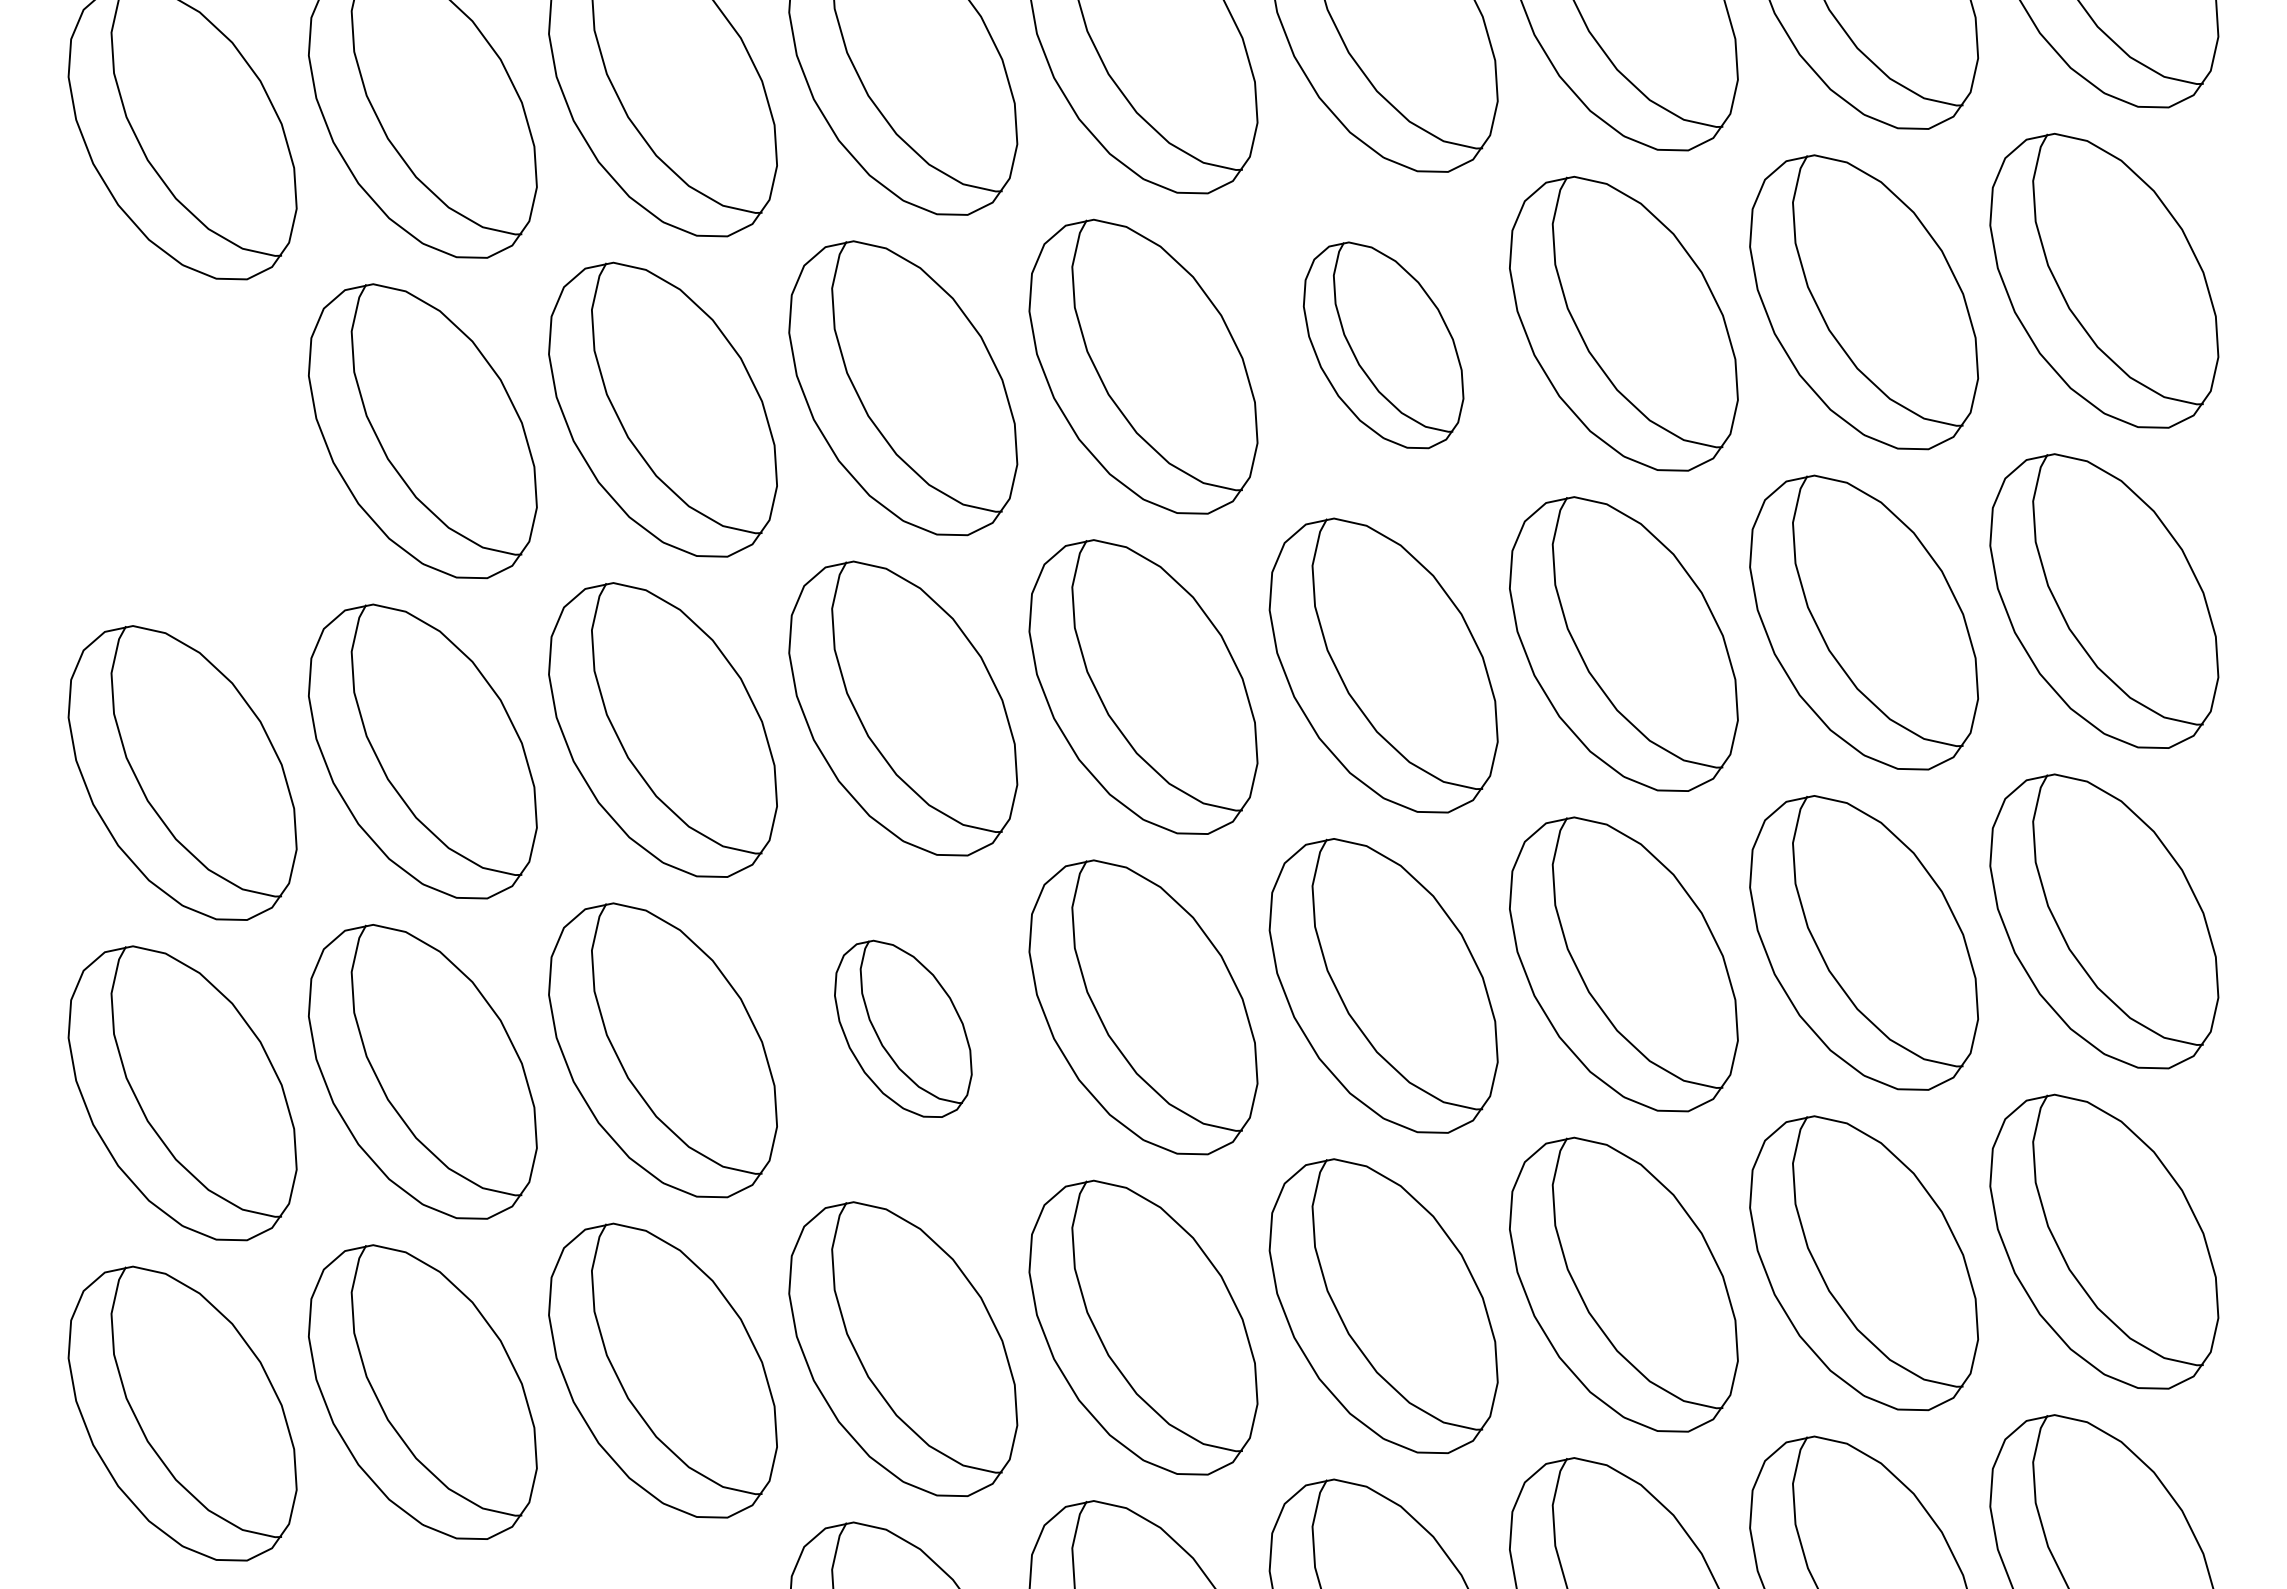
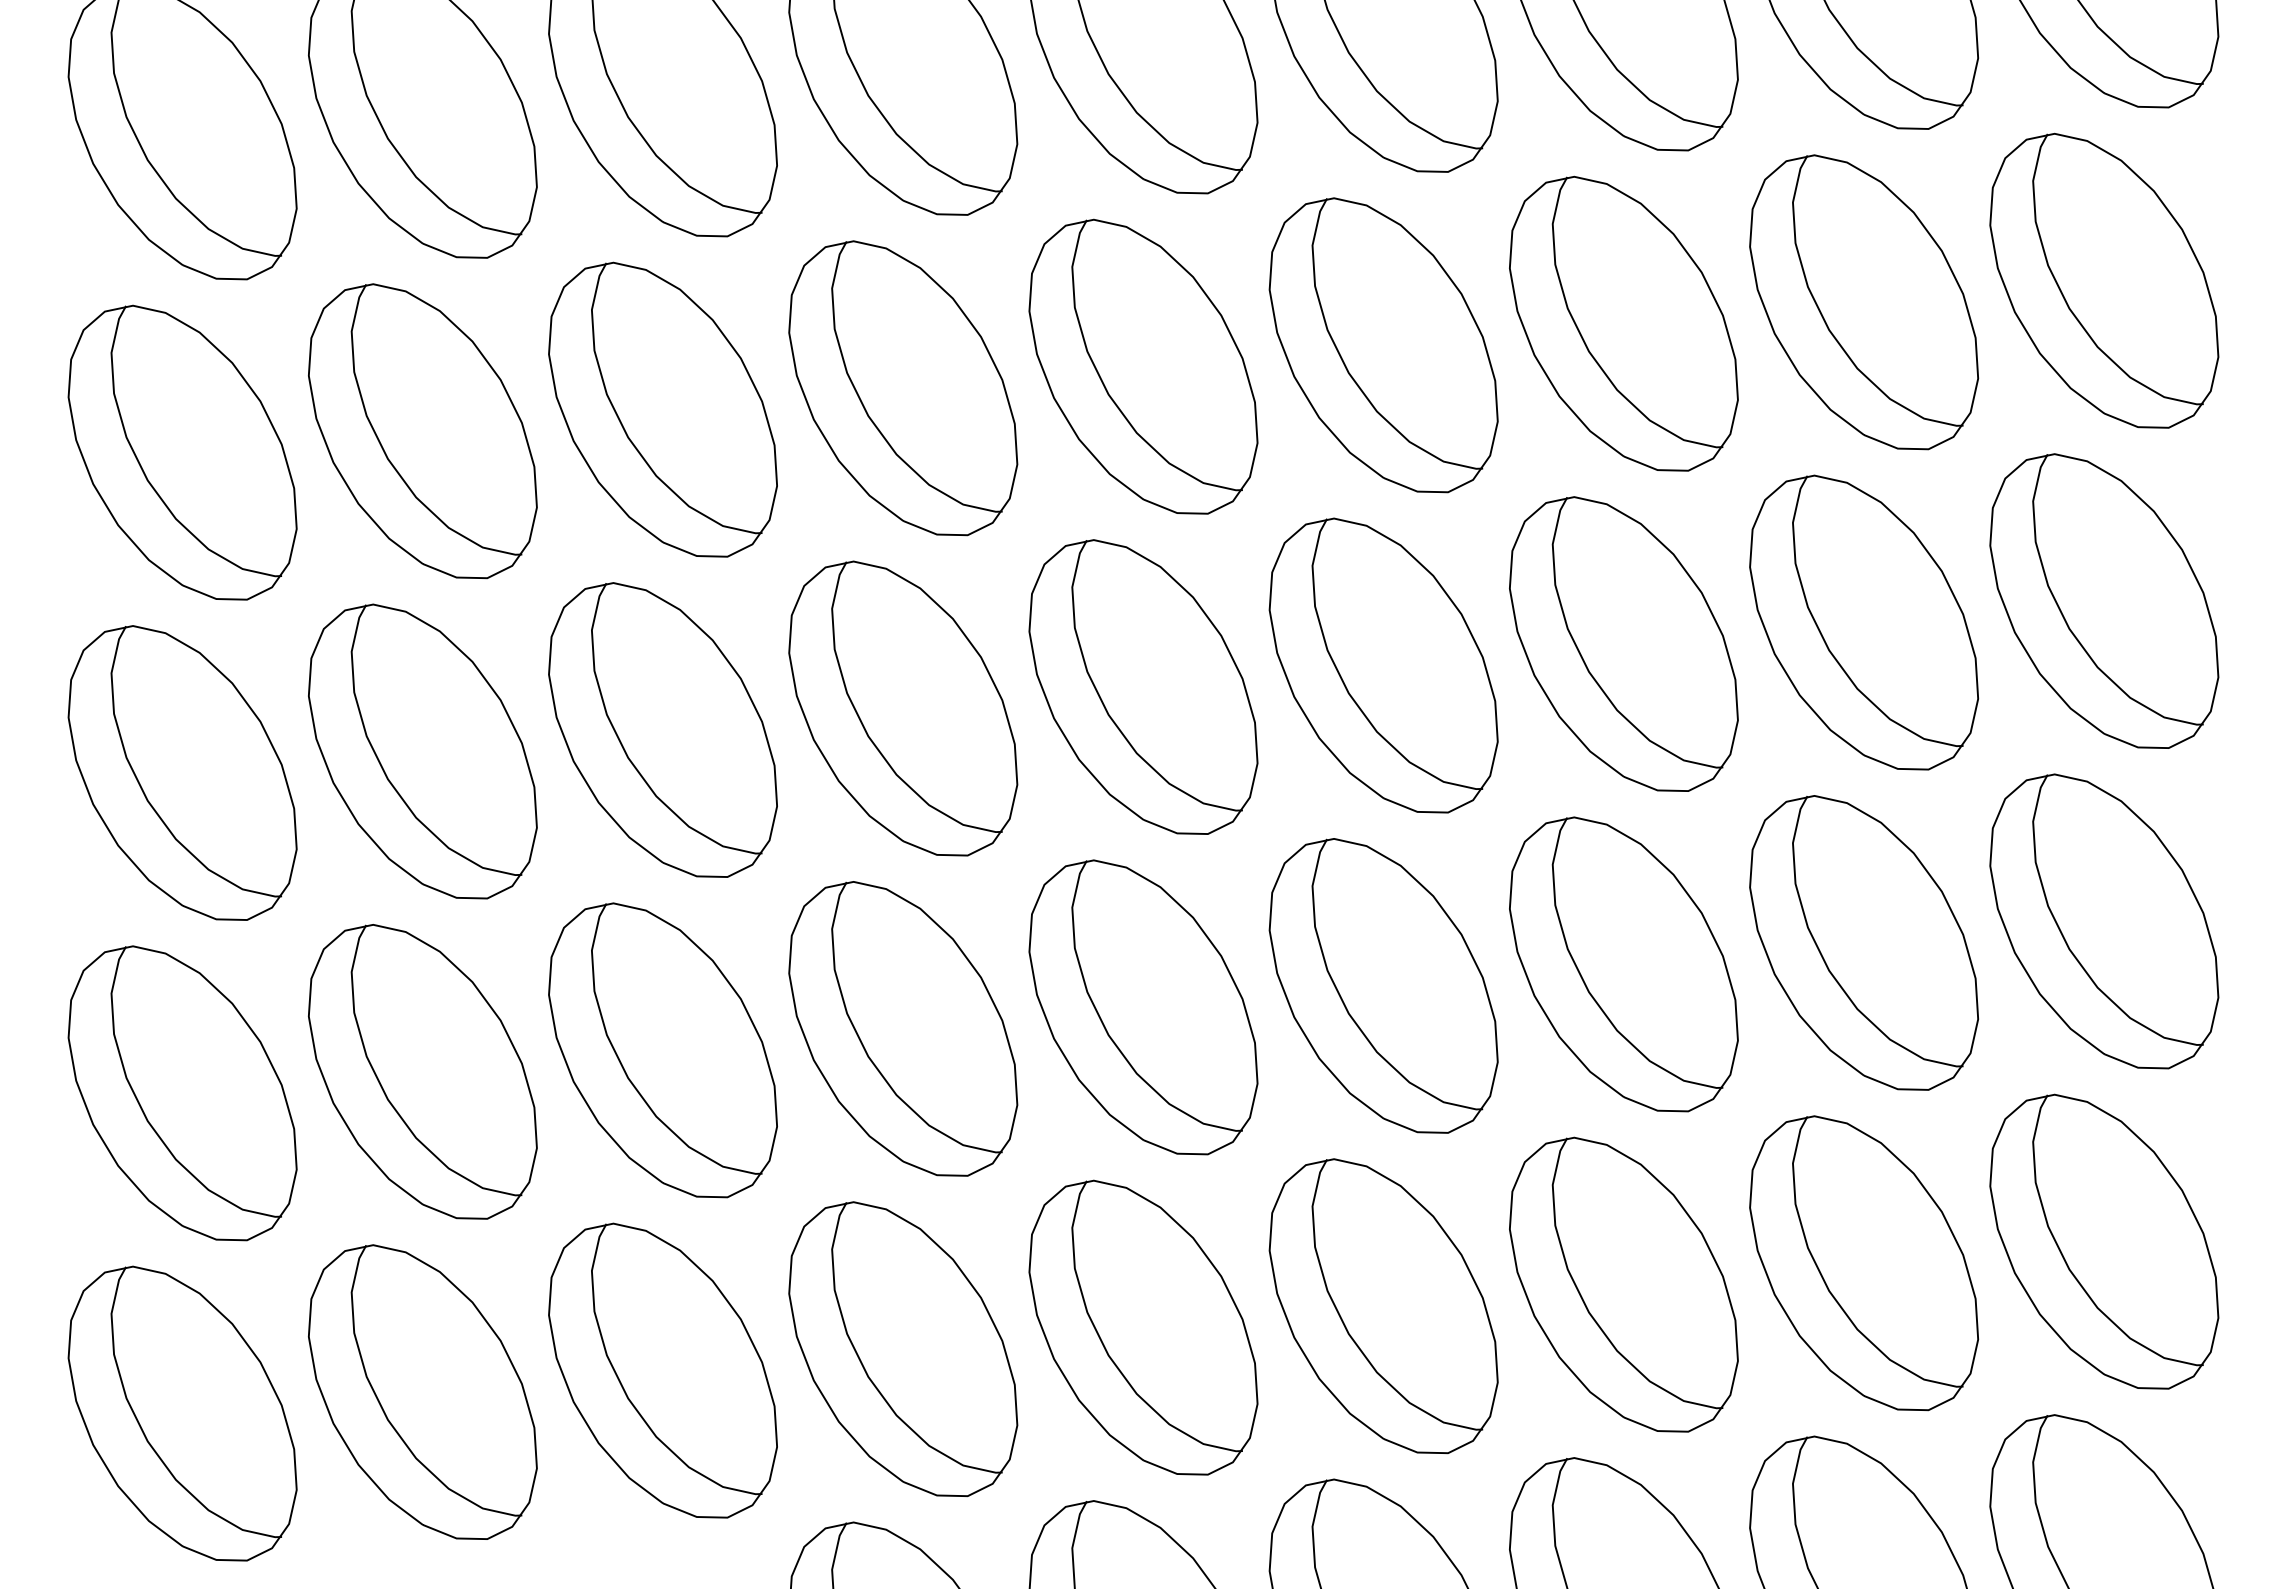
part at (1383, 345) size: 163x209 px -> 231x297 px
part at (182, 452): none -> present
part at (903, 1028) size: 139x179 px -> 231x296 px
